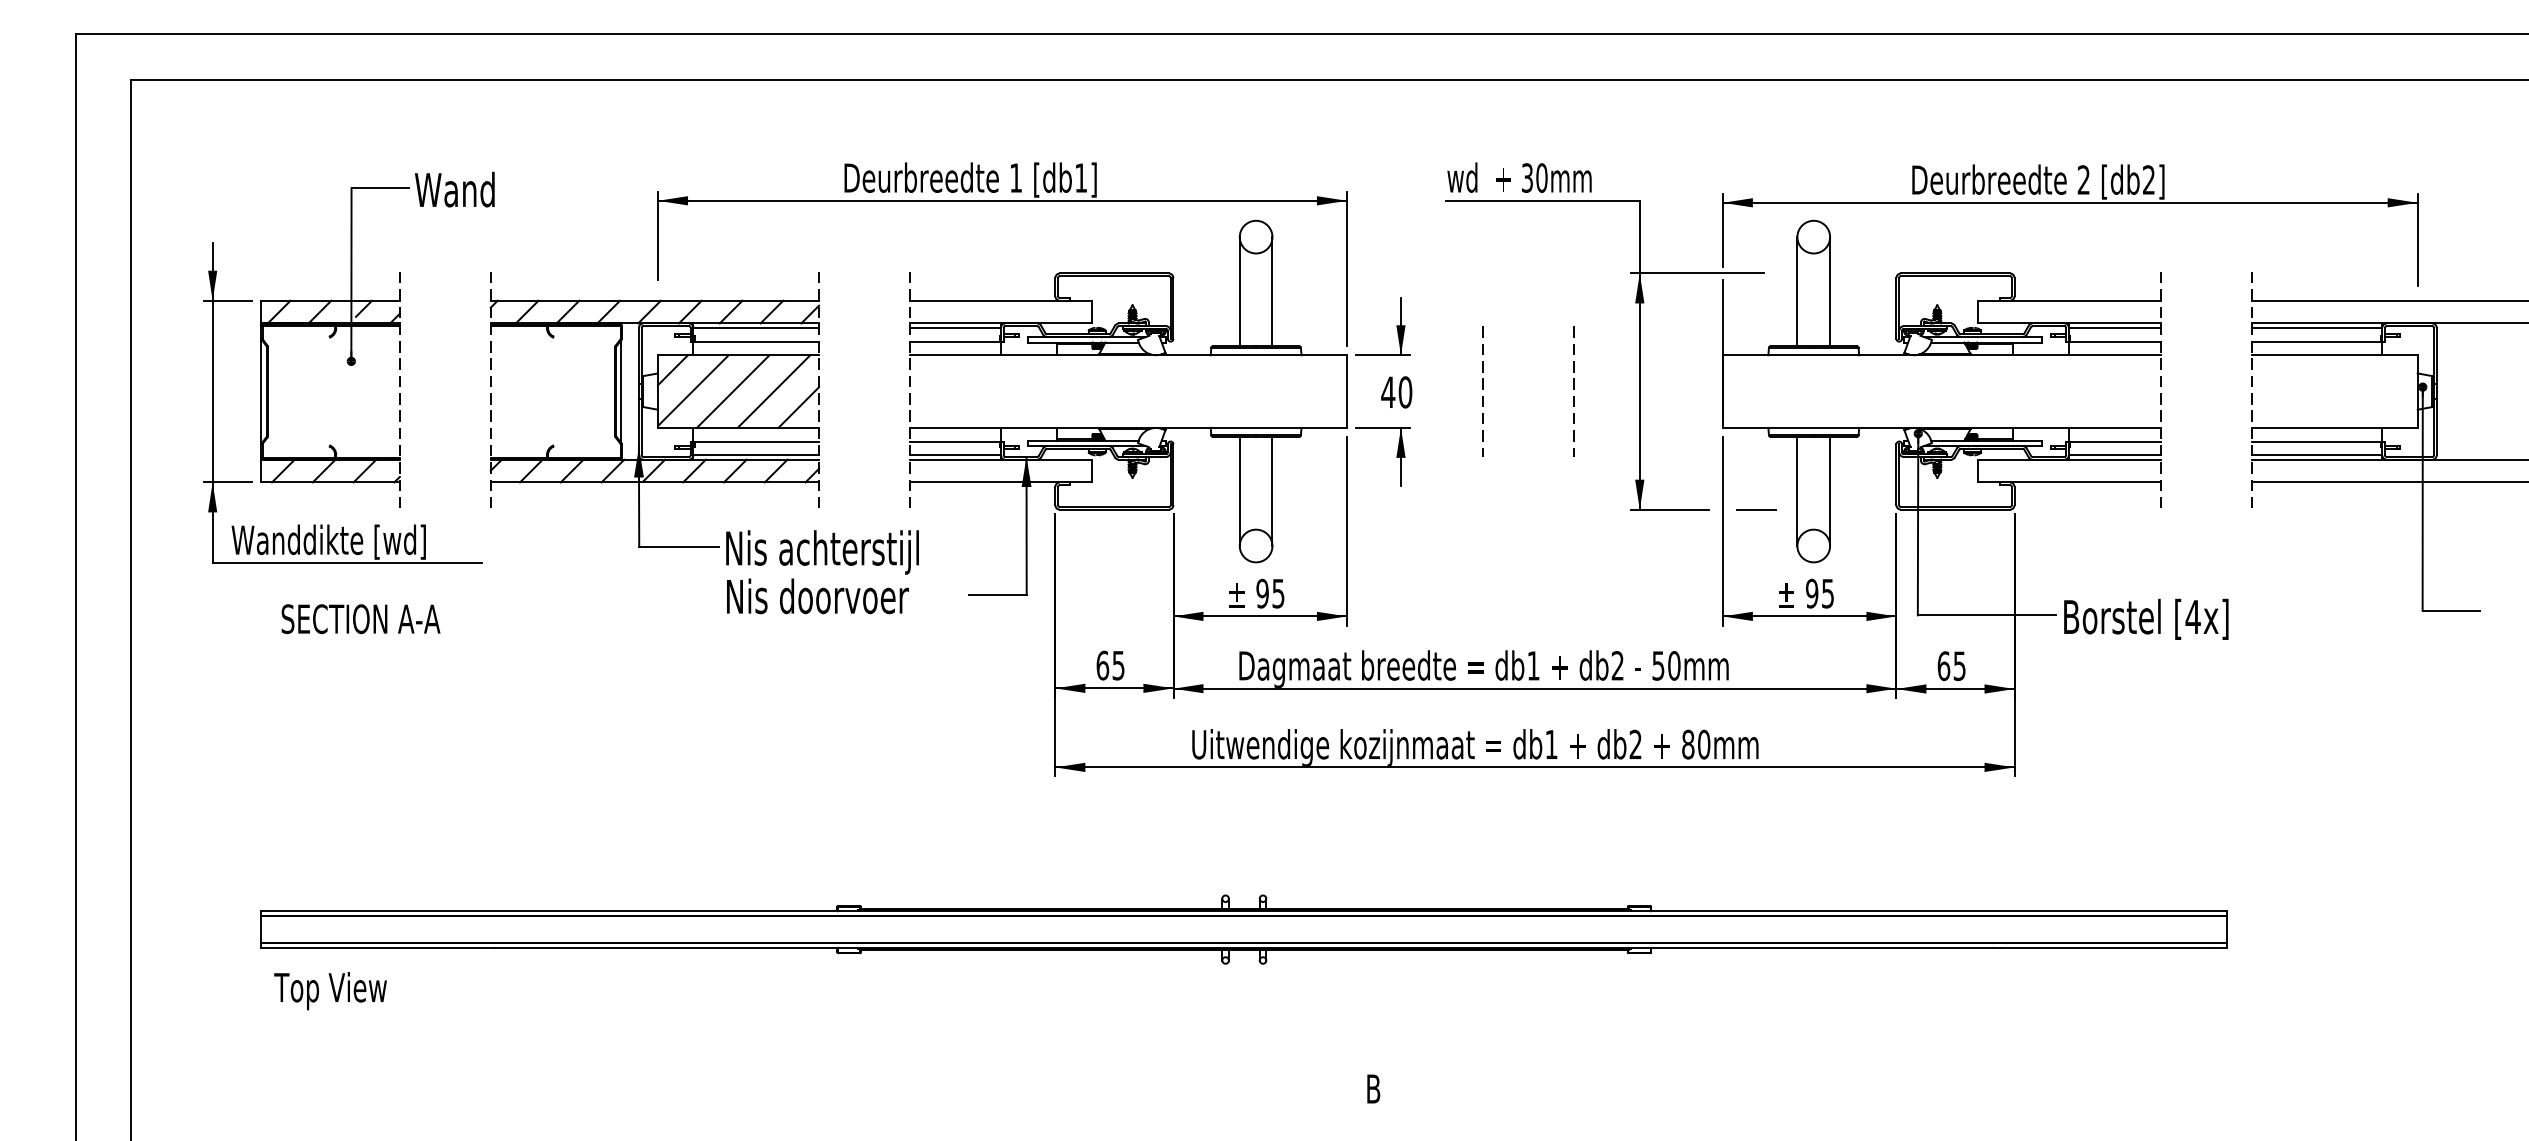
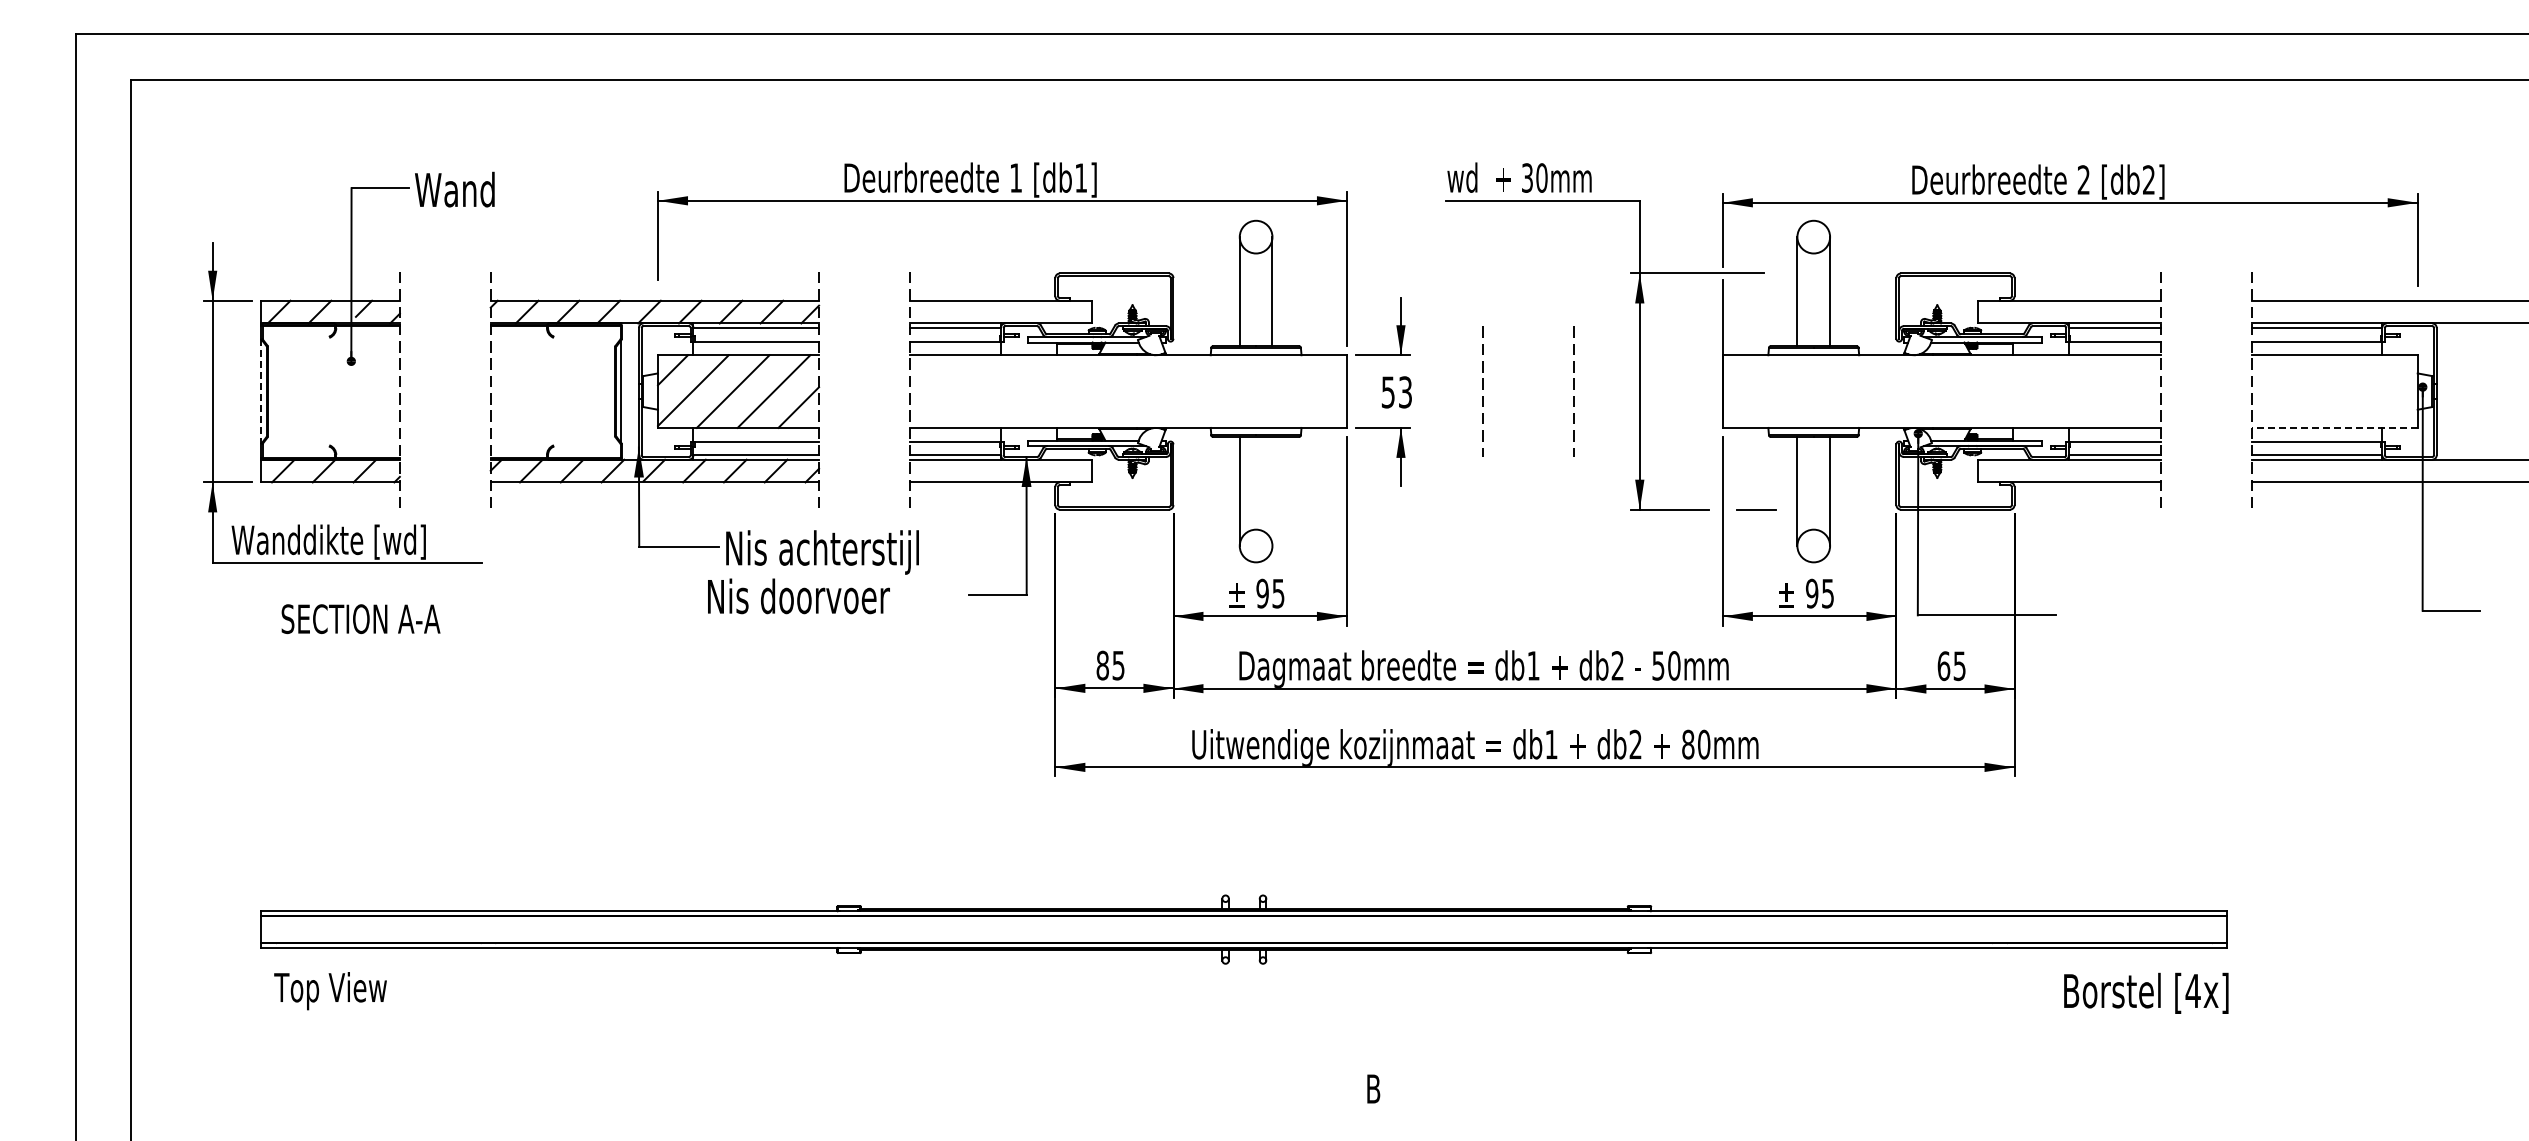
line at (261, 391): solid -> dashed
text at (1396, 392): 40 -> 53
line at (2334, 427): solid -> dashed
line at (1272, 491): present -> none
text at (817, 596) position: (817, 596) -> (798, 596)
text at (2146, 618) position: (2146, 618) -> (2146, 992)
text at (1102, 665): 65 -> 85
